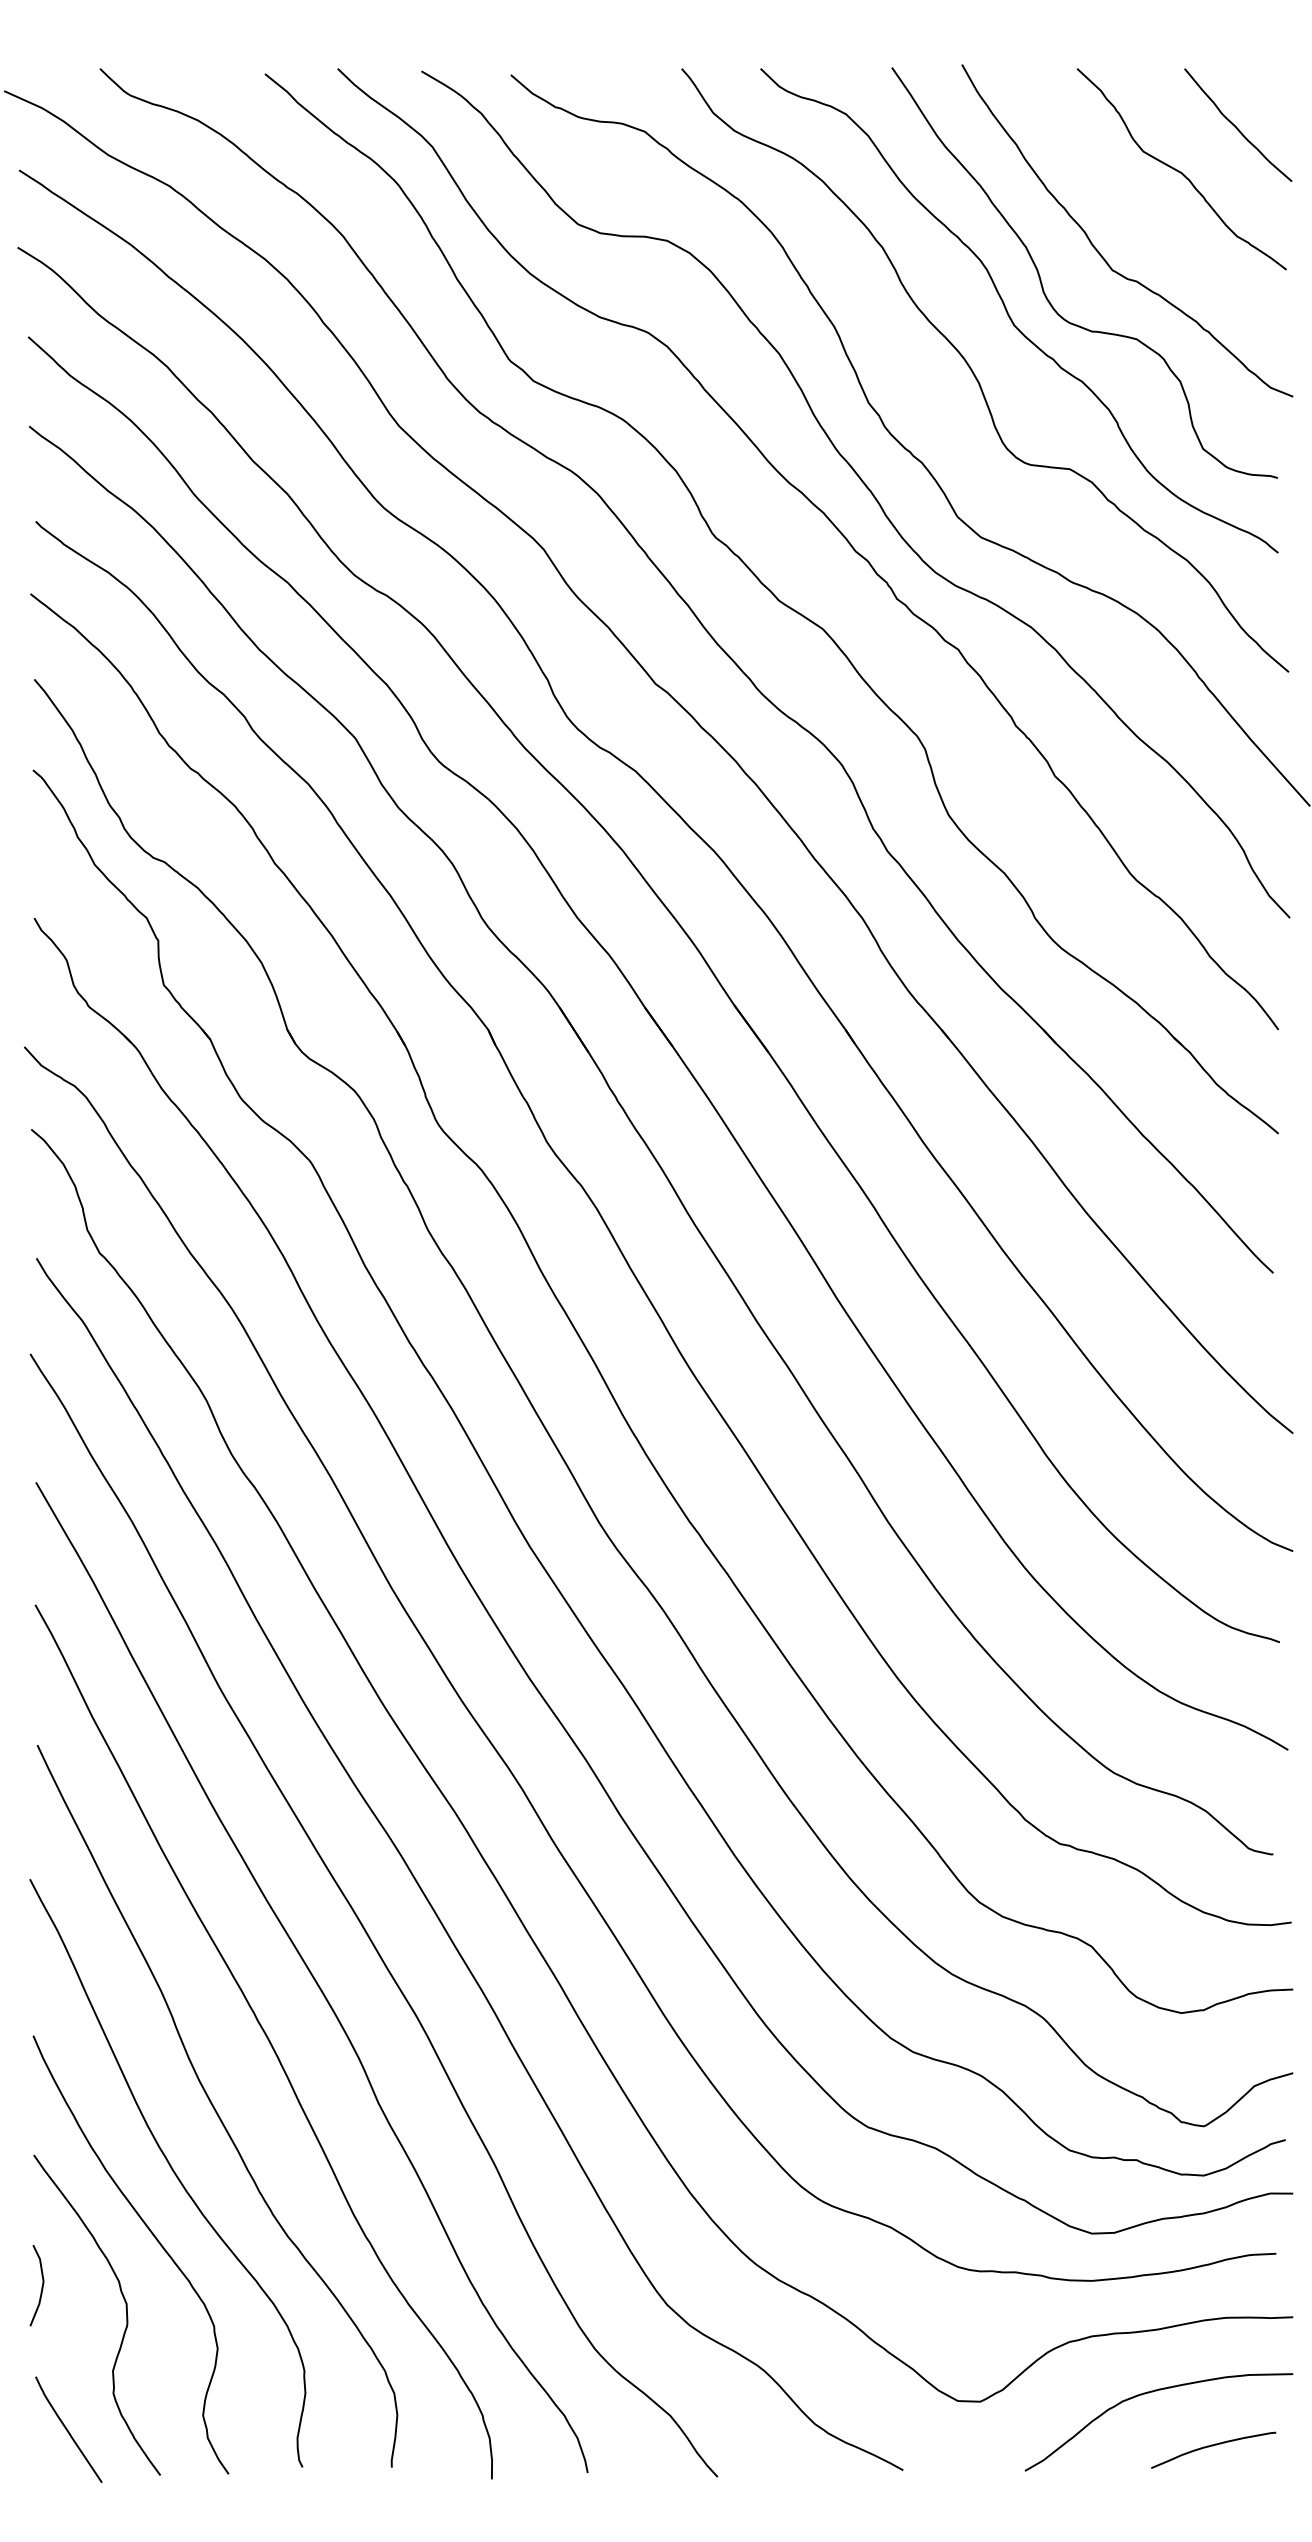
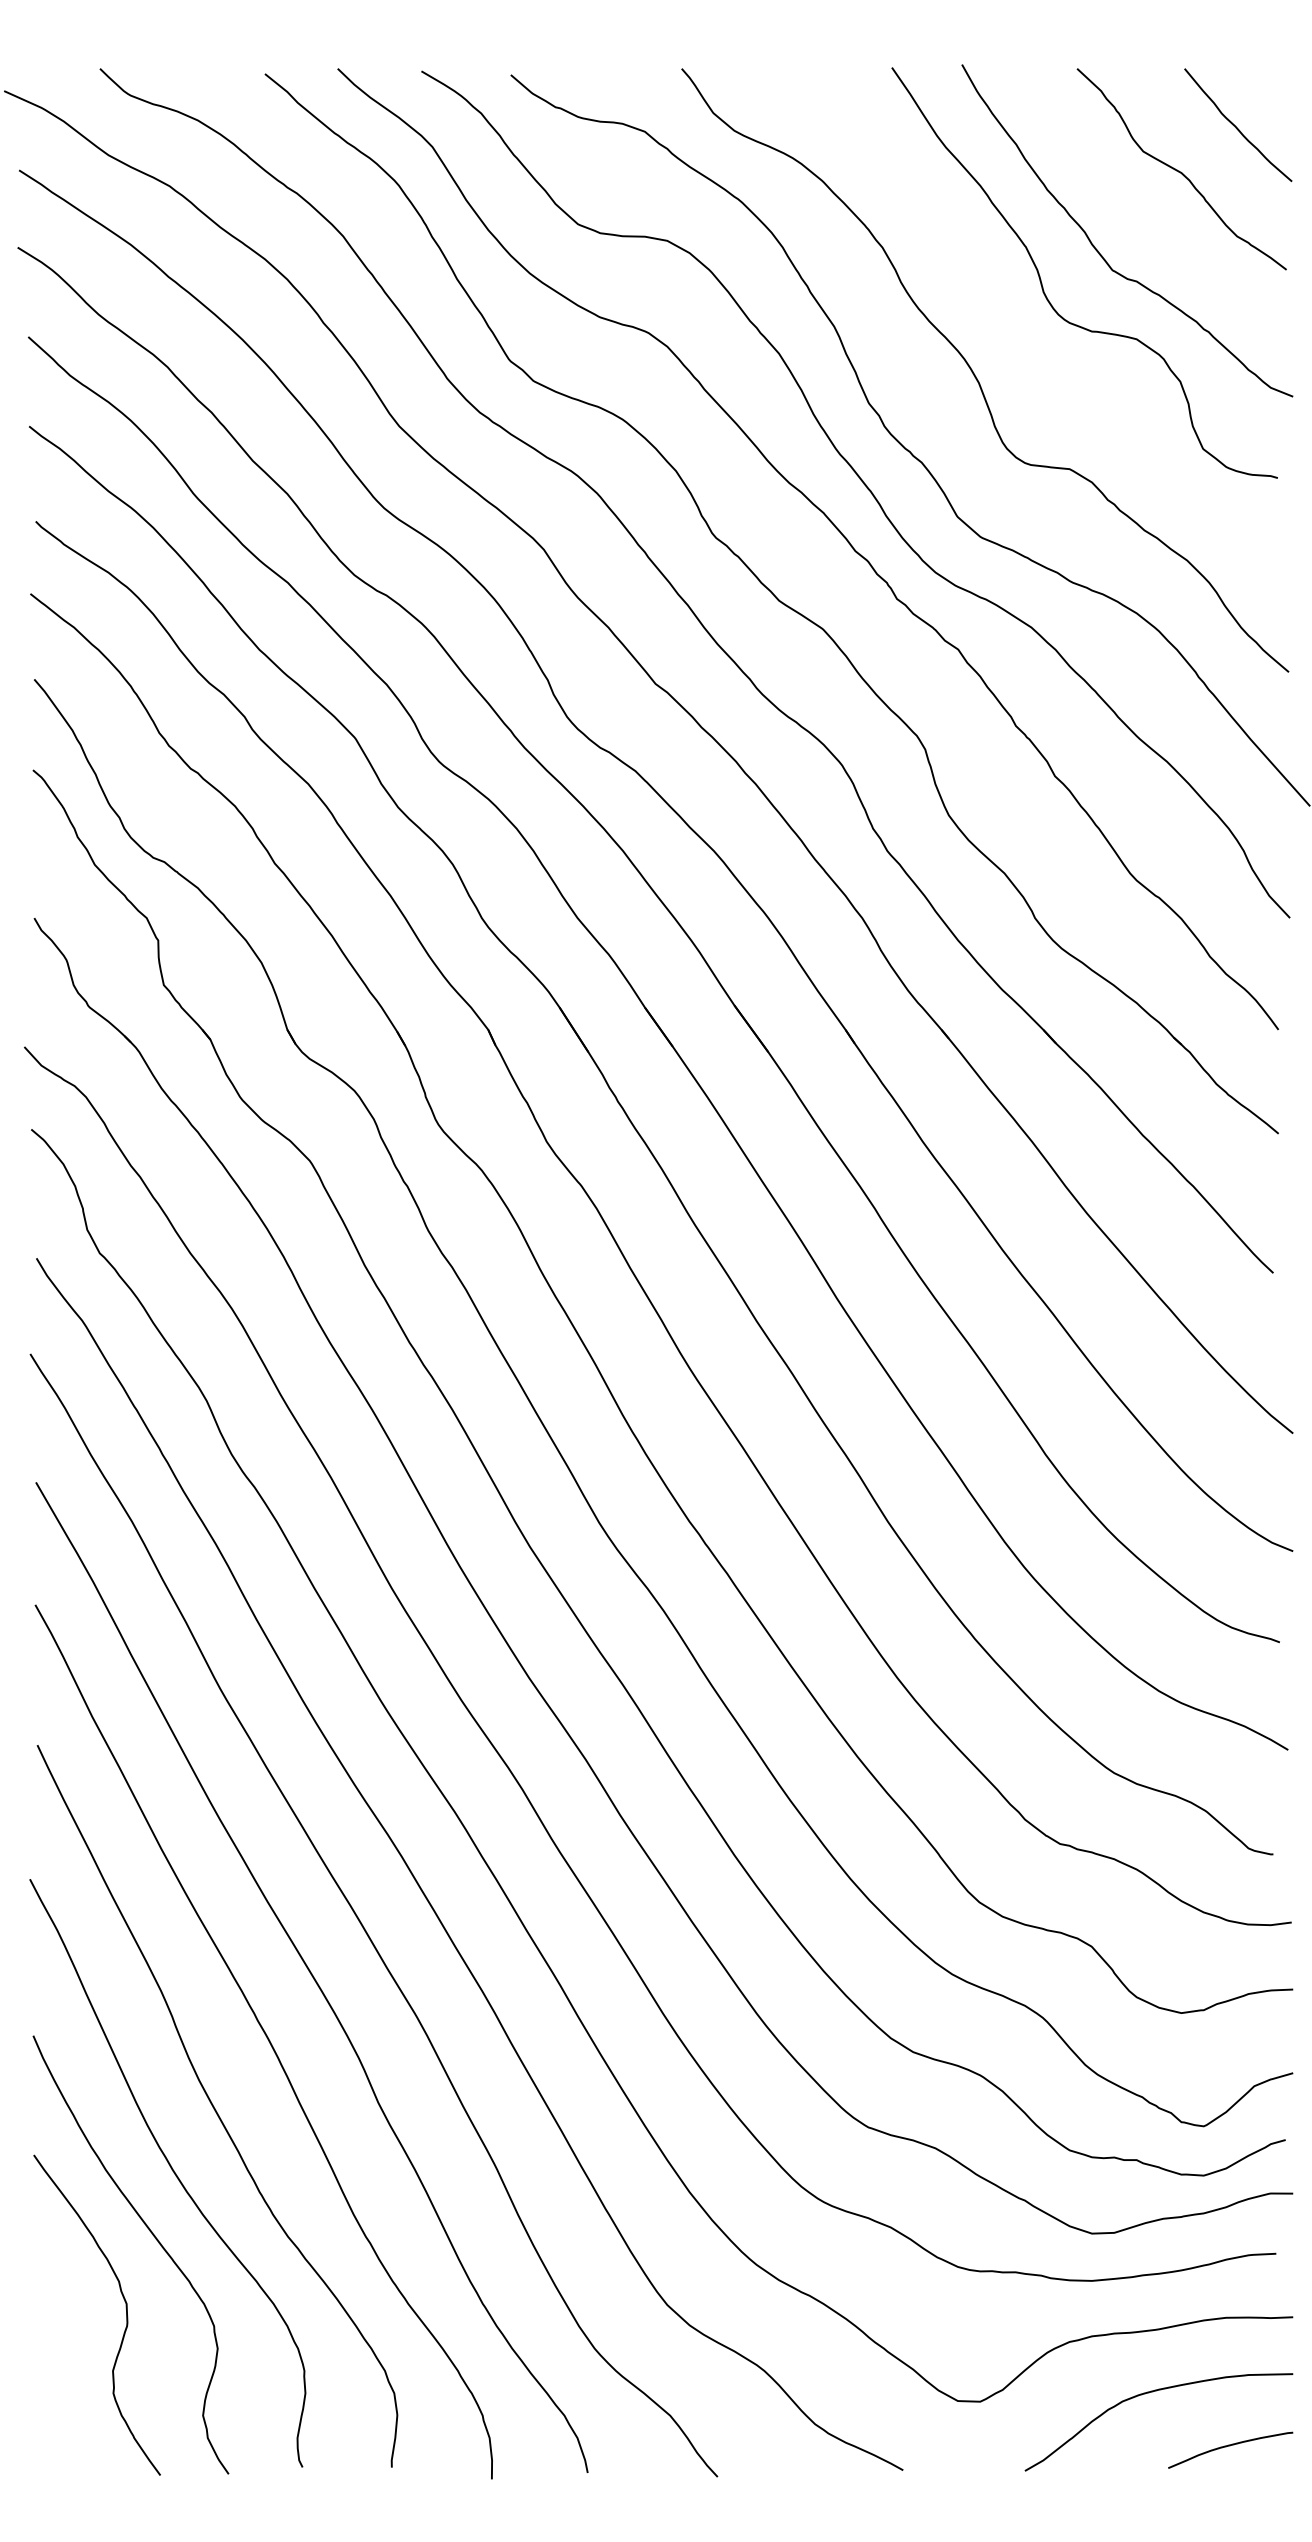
curve at (1009, 314): present -> none
curve at (41, 2286): present -> none
curve at (67, 2429): present -> none
curve at (1213, 2446) position: (1213, 2446) -> (1230, 2446)
